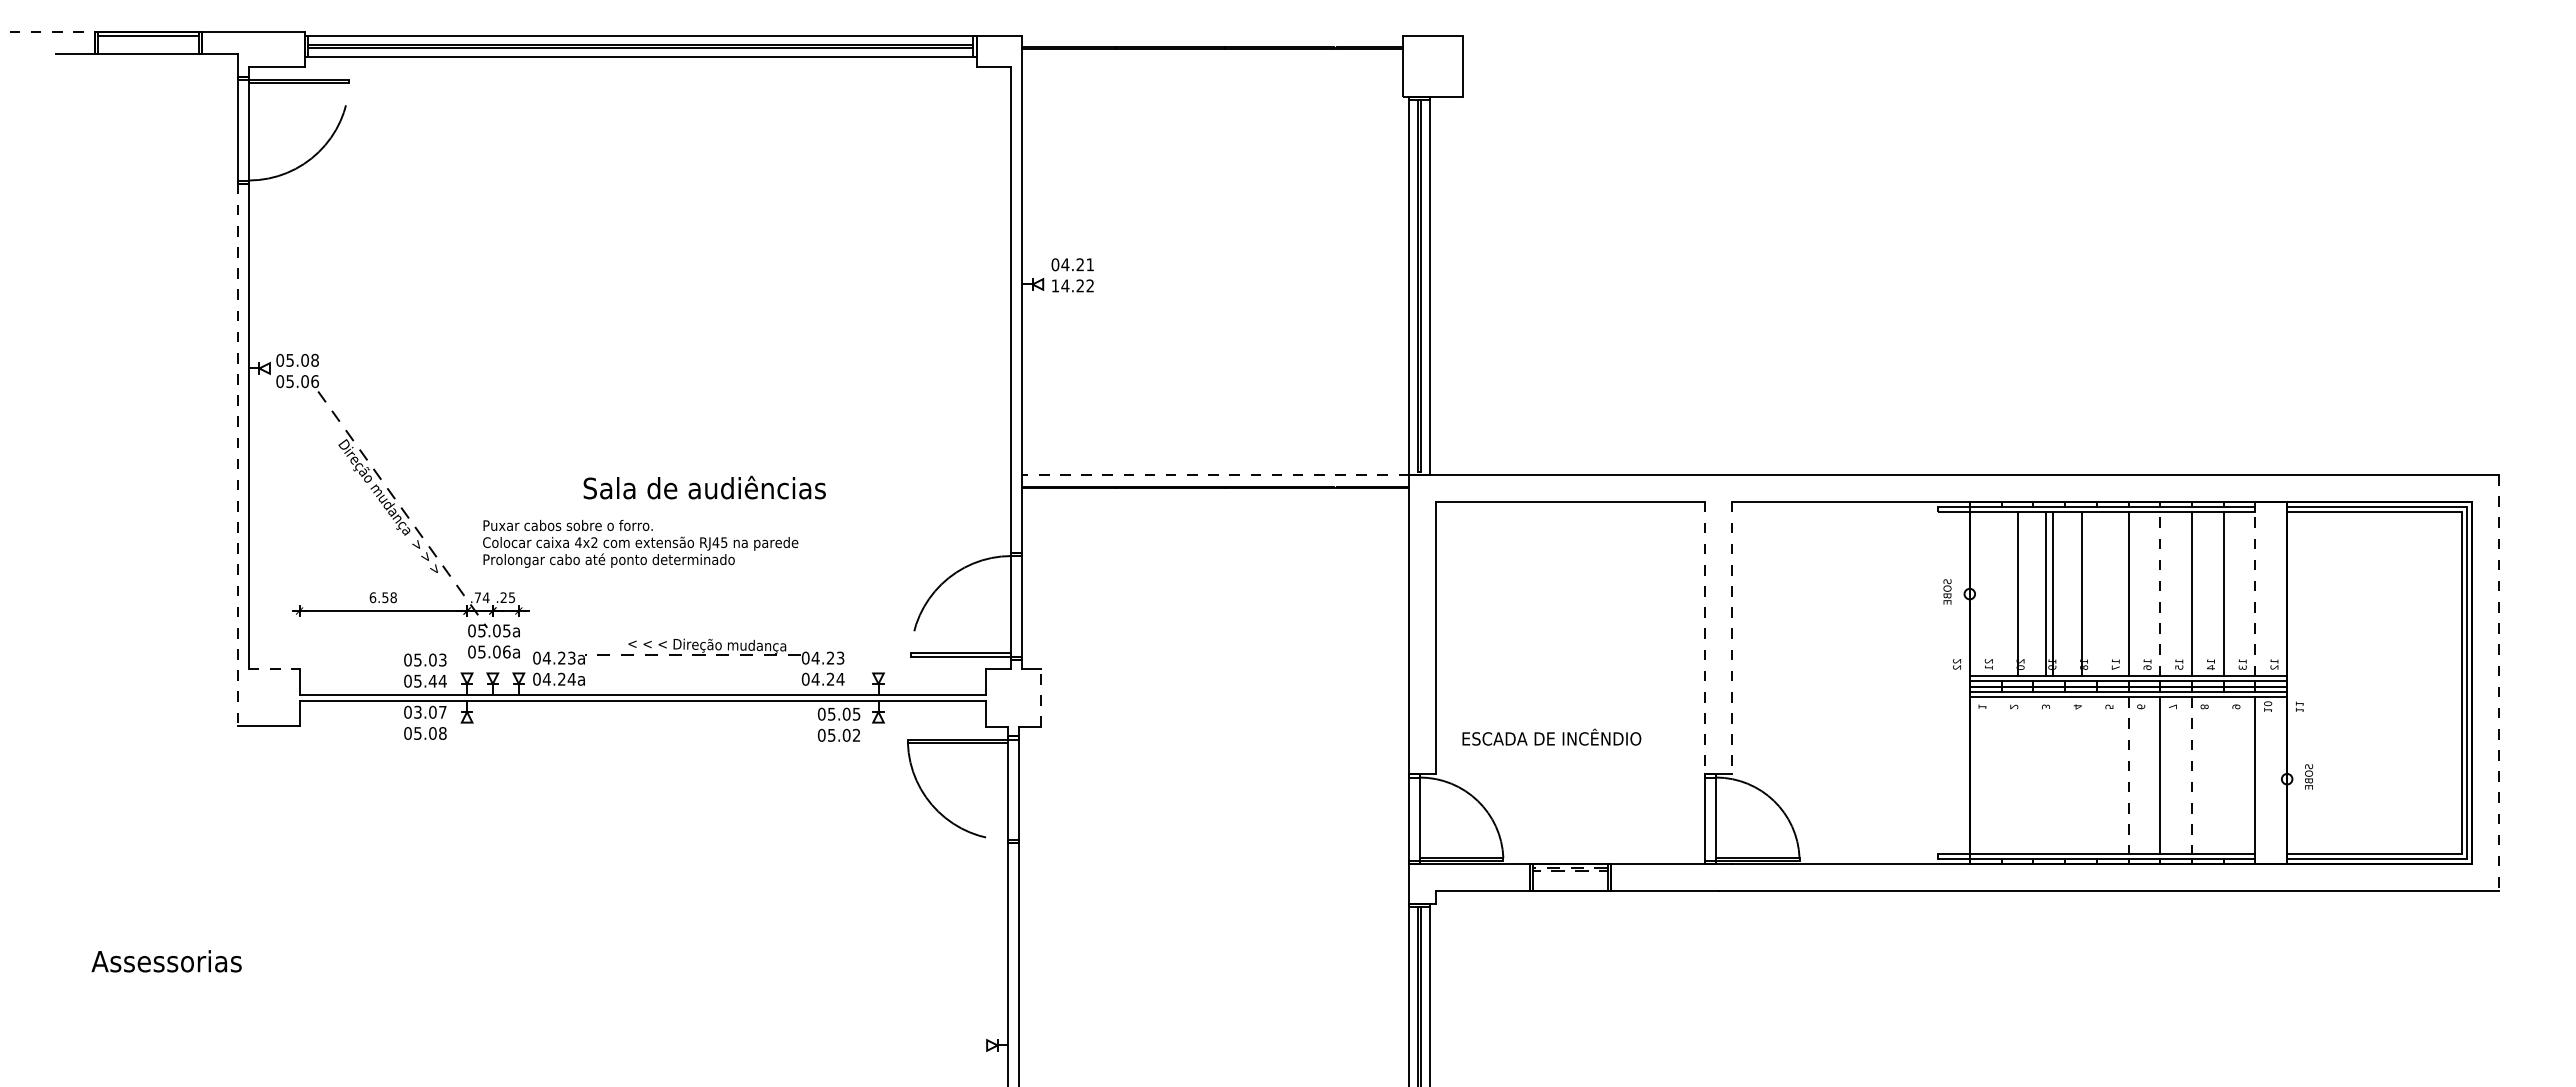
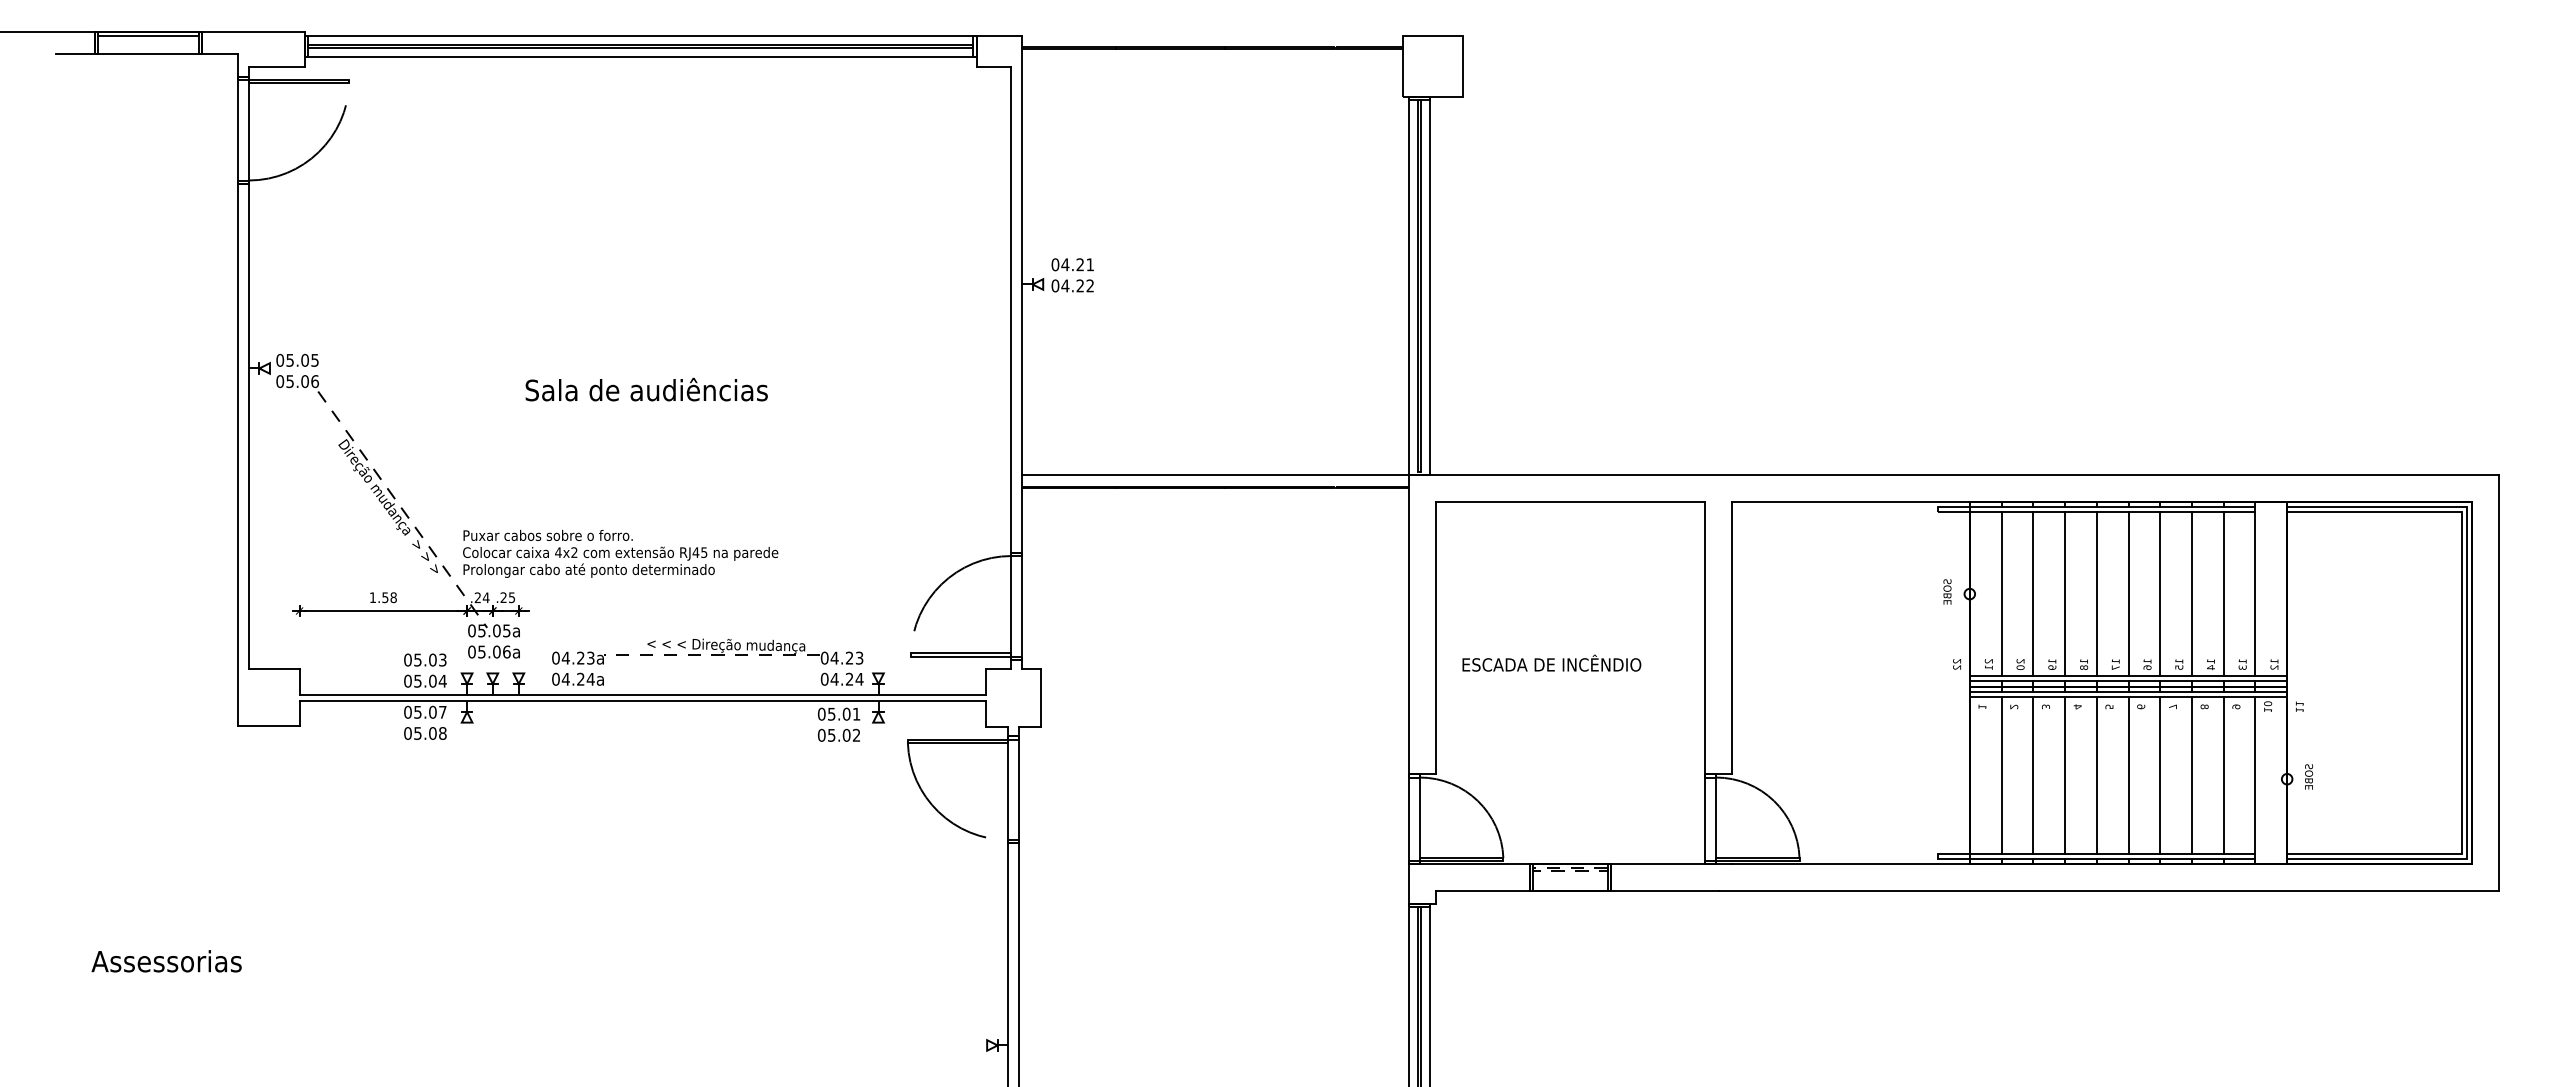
line at (47, 32): dashed -> solid
text at (1055, 285): 14.22 -> 04.22
text at (314, 359): 05.08 -> 05.05
line at (238, 455): dashed -> solid
line at (1215, 475): dashed -> solid
text at (704, 487) position: (704, 487) -> (646, 389)
text at (640, 543) position: (640, 543) -> (620, 553)
line at (2017, 594) position: (2017, 594) -> (2001, 594)
line at (2046, 594) position: (2046, 594) -> (2065, 594)
line at (2053, 594) position: (2053, 594) -> (2033, 594)
line at (2081, 594) position: (2081, 594) -> (2096, 594)
line at (2160, 594): dashed -> solid
line at (2255, 594): dashed -> solid
text at (372, 597): 6.58 -> 1.58
text at (477, 597): .74 -> .24
line at (1705, 638): dashed -> solid
line at (1731, 638): dashed -> solid
part at (692, 655) position: (692, 655) -> (711, 655)
line at (274, 668): dashed -> solid
text at (432, 680): 05.44 -> 05.04
line at (2498, 682): dashed -> solid
line at (1041, 698): dashed -> solid
text at (417, 711): 03.07 -> 05.07
text at (856, 713): 05.05 -> 05.01
text at (1551, 736) position: (1551, 736) -> (1551, 662)
line at (2001, 775): none -> present
line at (2033, 775): none -> present
line at (2065, 775): none -> present
line at (2096, 775): none -> present
line at (2223, 775): none -> present
line at (2128, 776): dashed -> solid
line at (2191, 776): dashed -> solid
